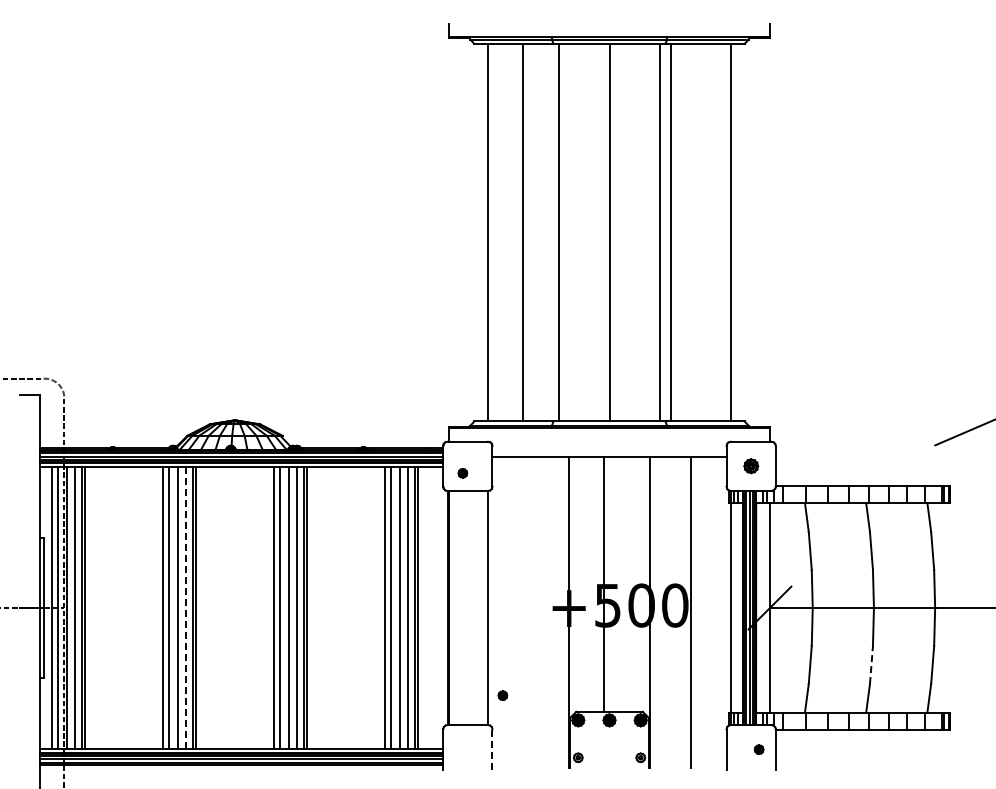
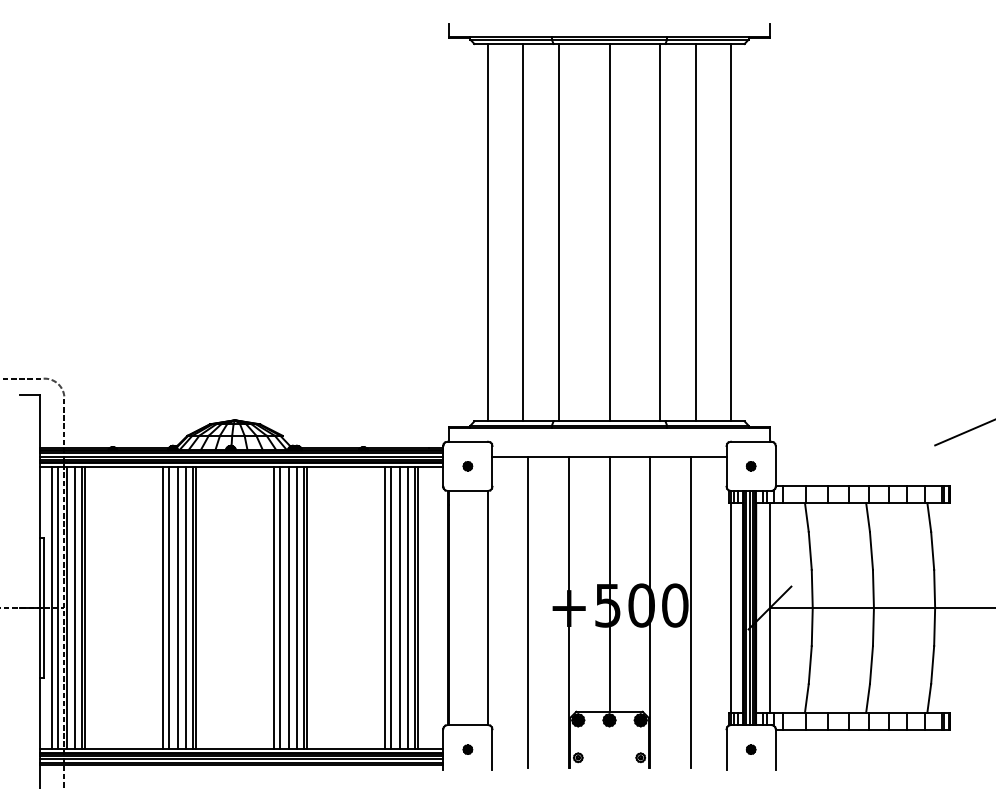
line at (670, 232) position: (670, 232) -> (695, 232)
part at (751, 466) size: 17x17 px -> 12x11 px
part at (462, 473) position: (462, 473) -> (467, 466)
line at (603, 584) position: (603, 584) -> (609, 584)
line at (186, 607): dashed -> solid
line at (528, 612): none -> present
line at (871, 664): dashed -> solid
part at (502, 695) position: (502, 695) -> (467, 749)
line at (492, 749): dashed -> solid
part at (758, 749) position: (758, 749) -> (750, 749)
